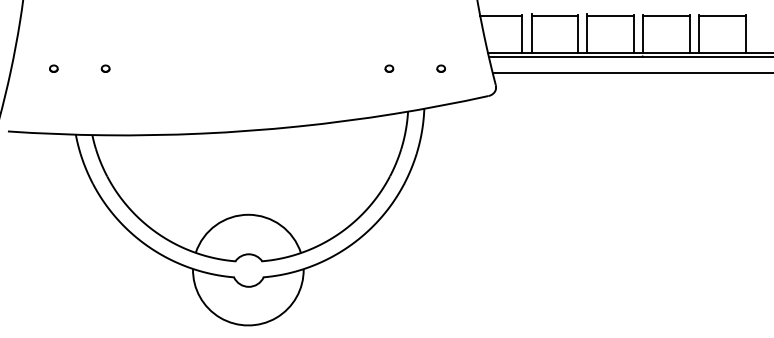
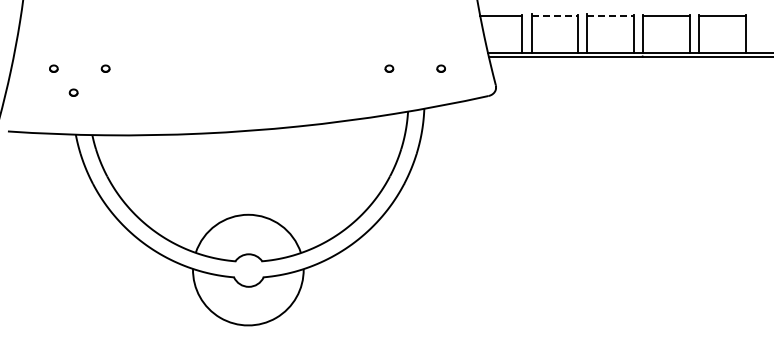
line at (554, 15): solid -> dashed
line at (610, 15): solid -> dashed
line at (631, 72): present -> none
part at (73, 92): none -> present
